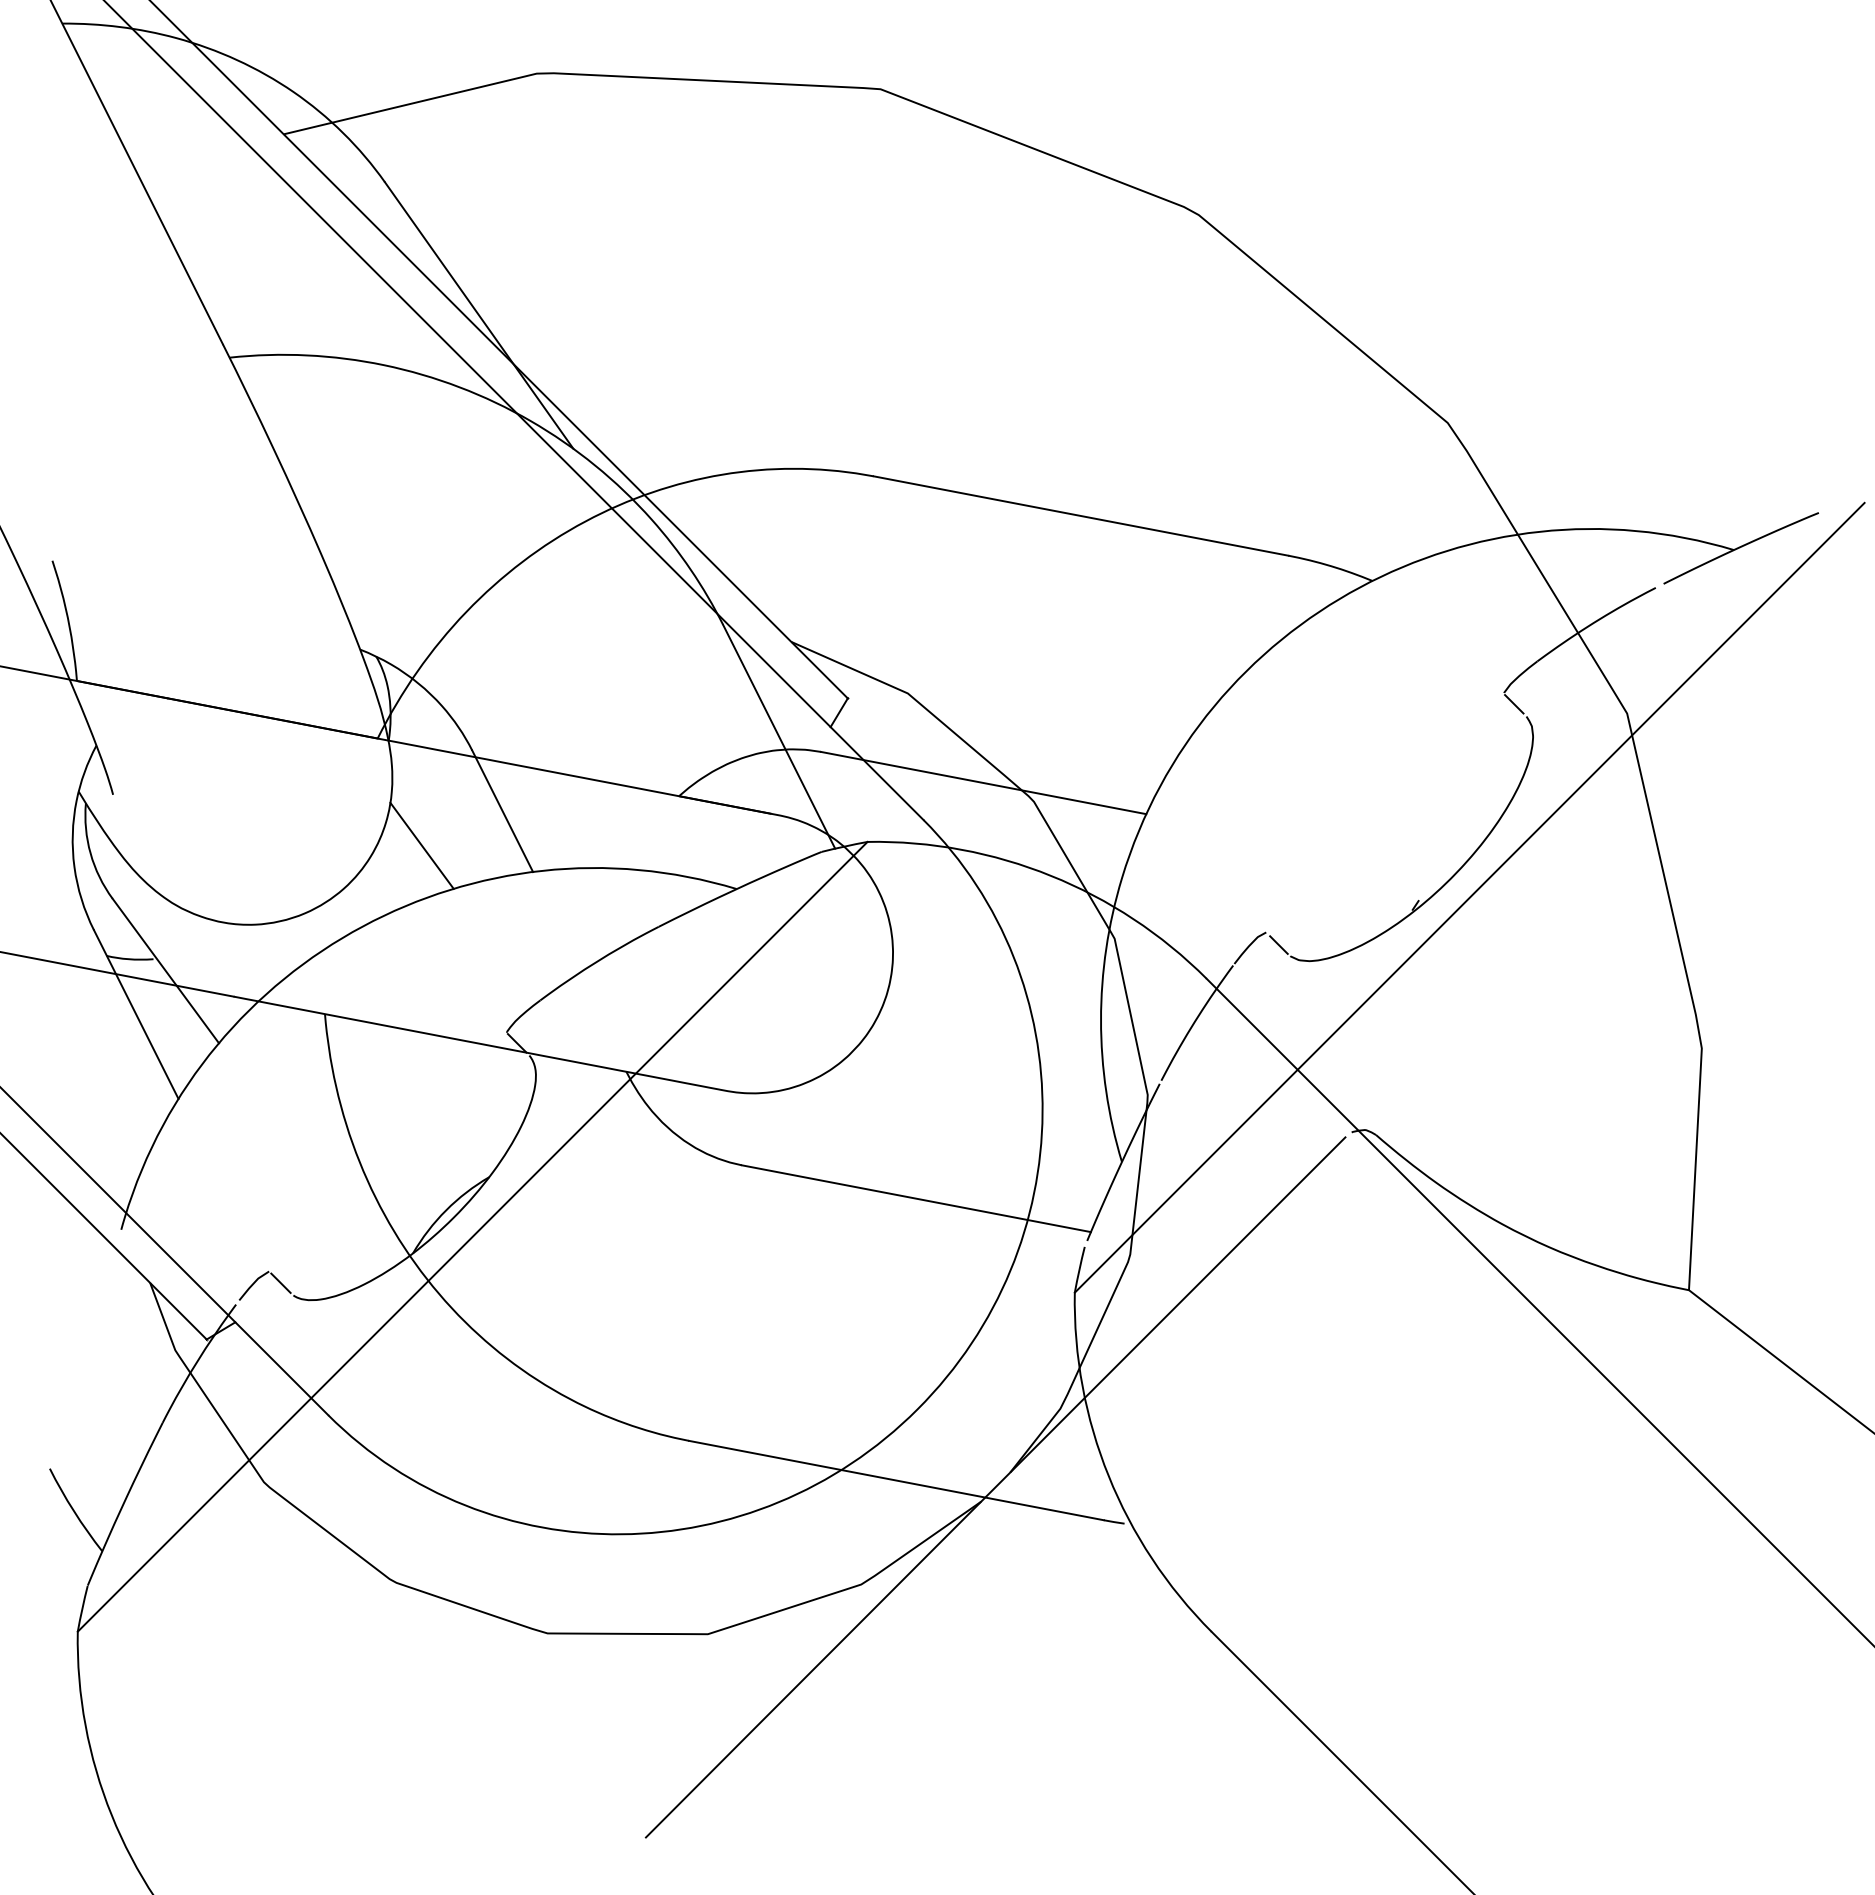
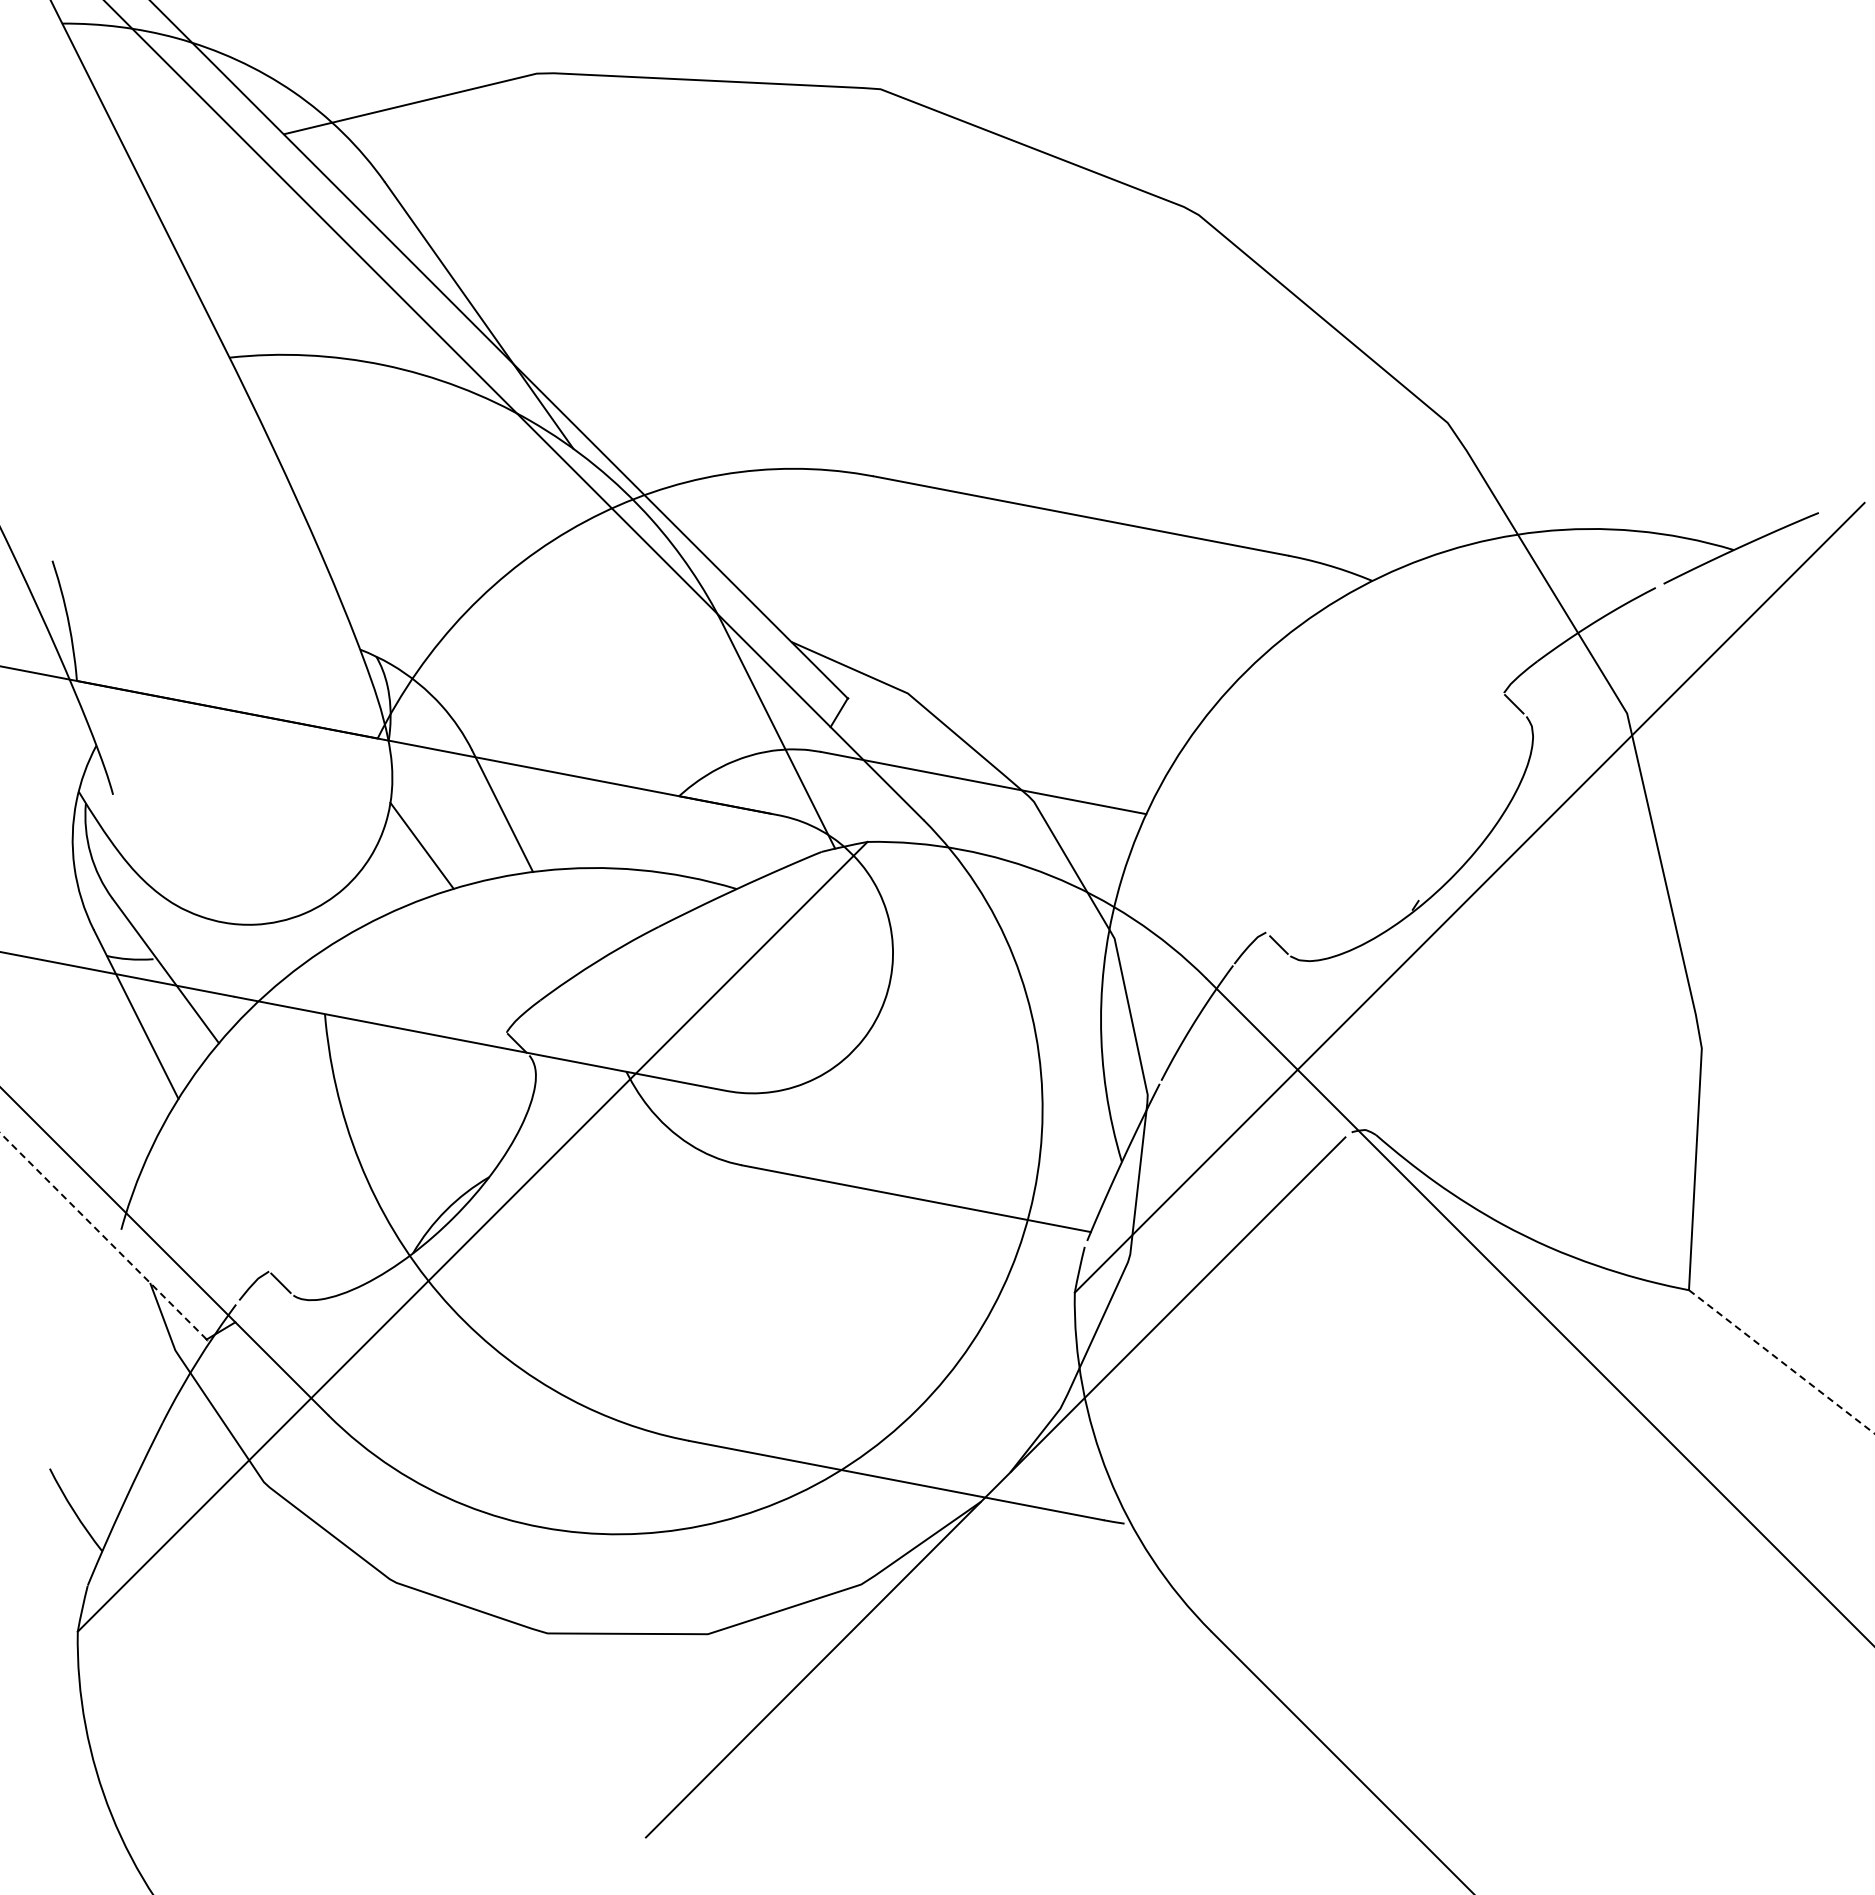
line at (103, 1236): solid -> dashed
line at (1782, 1362): solid -> dashed
